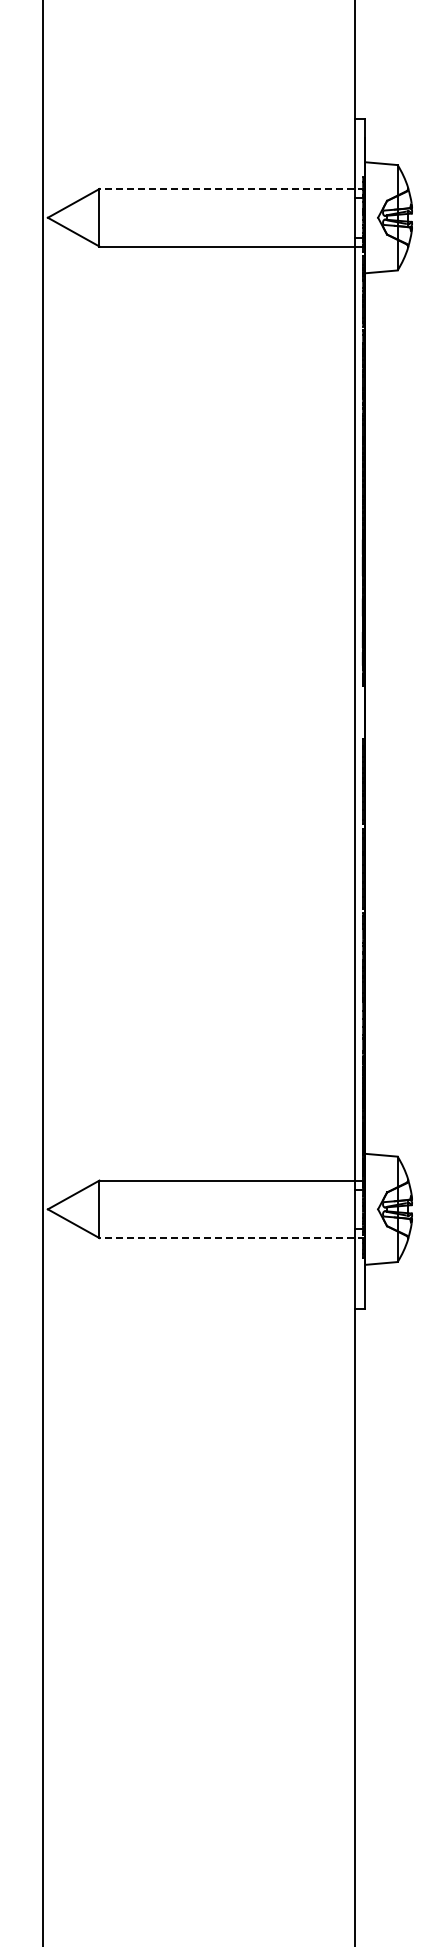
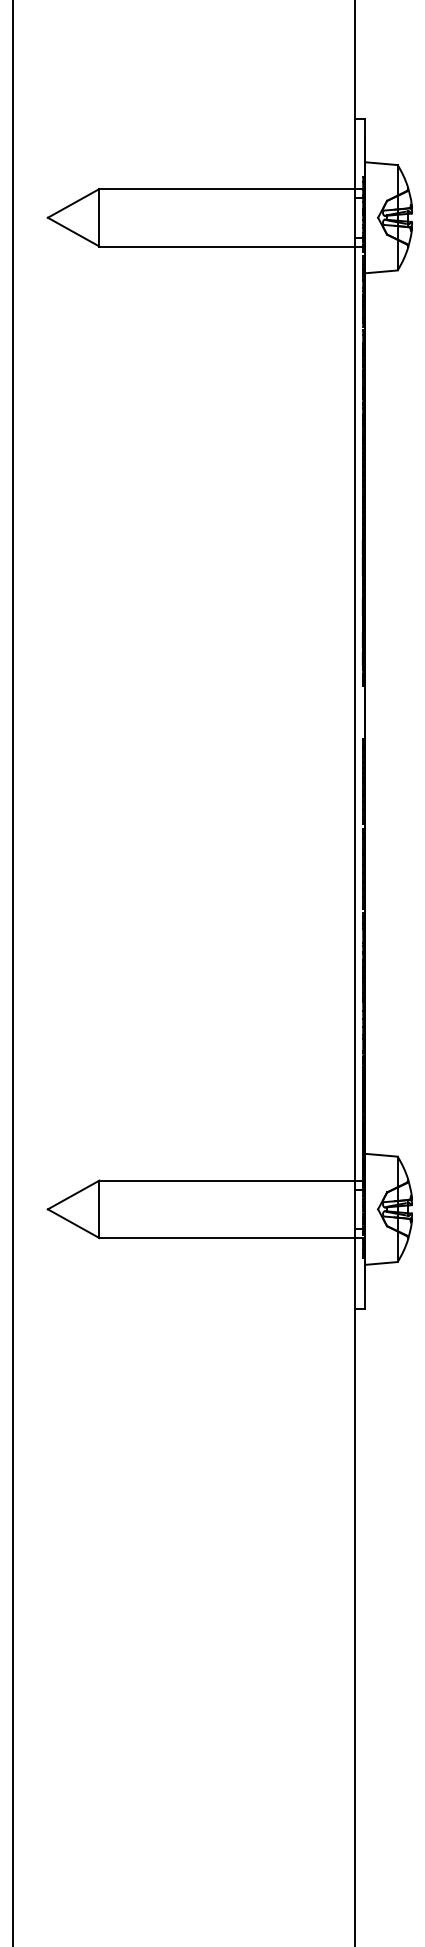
line at (232, 189): dashed -> solid
line at (42, 972) position: (42, 972) -> (12, 972)
line at (232, 1238): dashed -> solid
